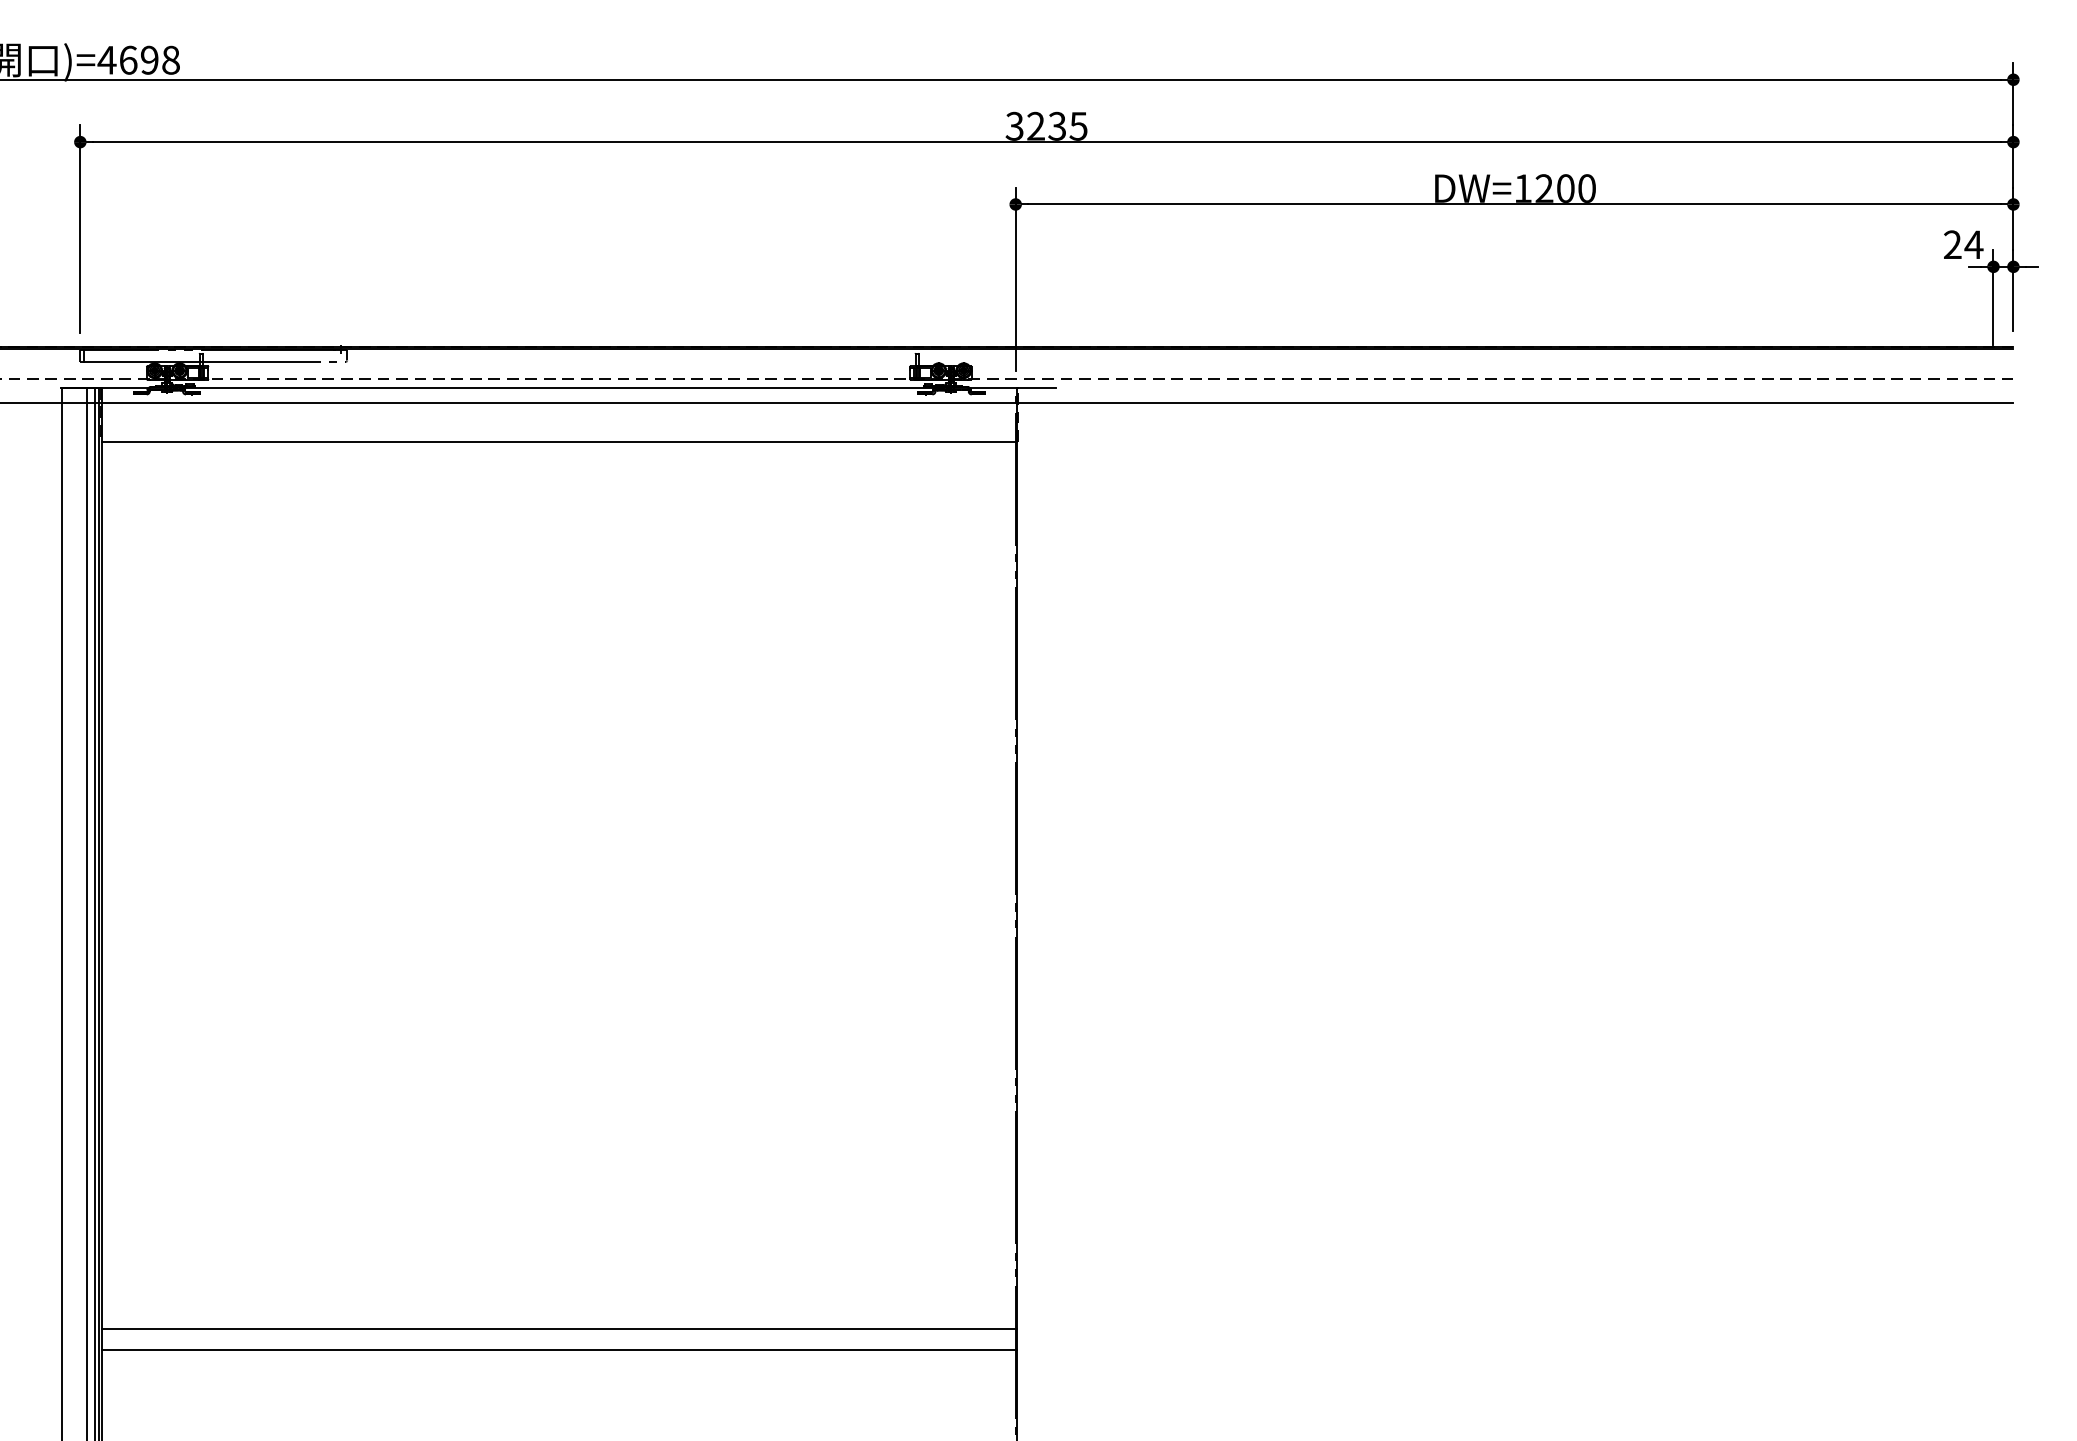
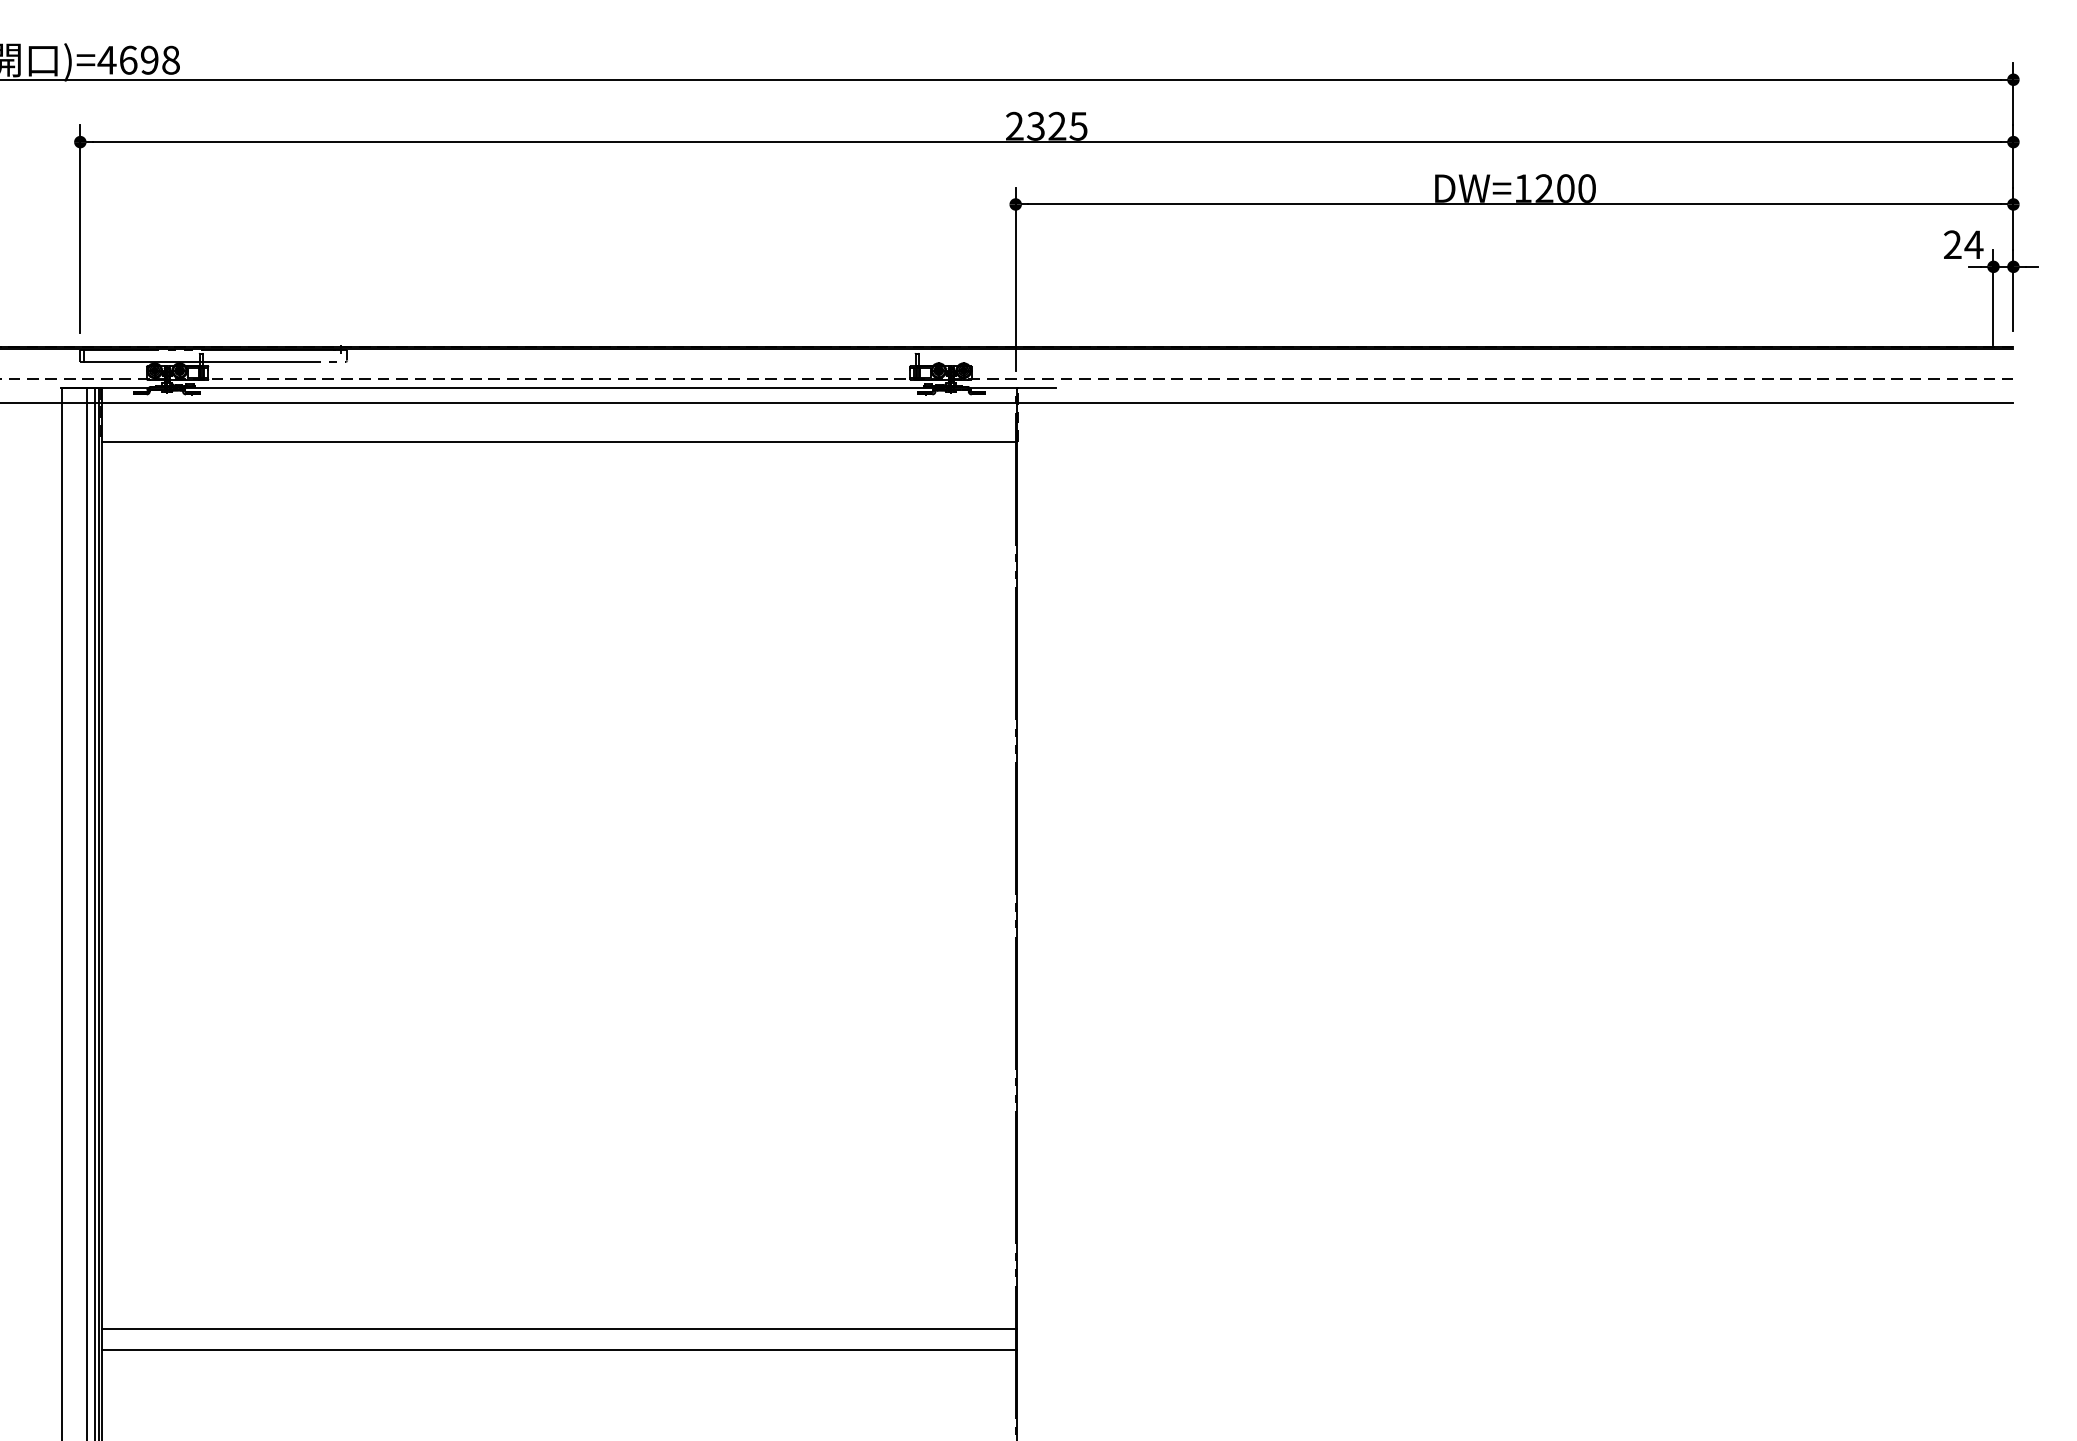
text at (1035, 126): 3235 -> 2325
